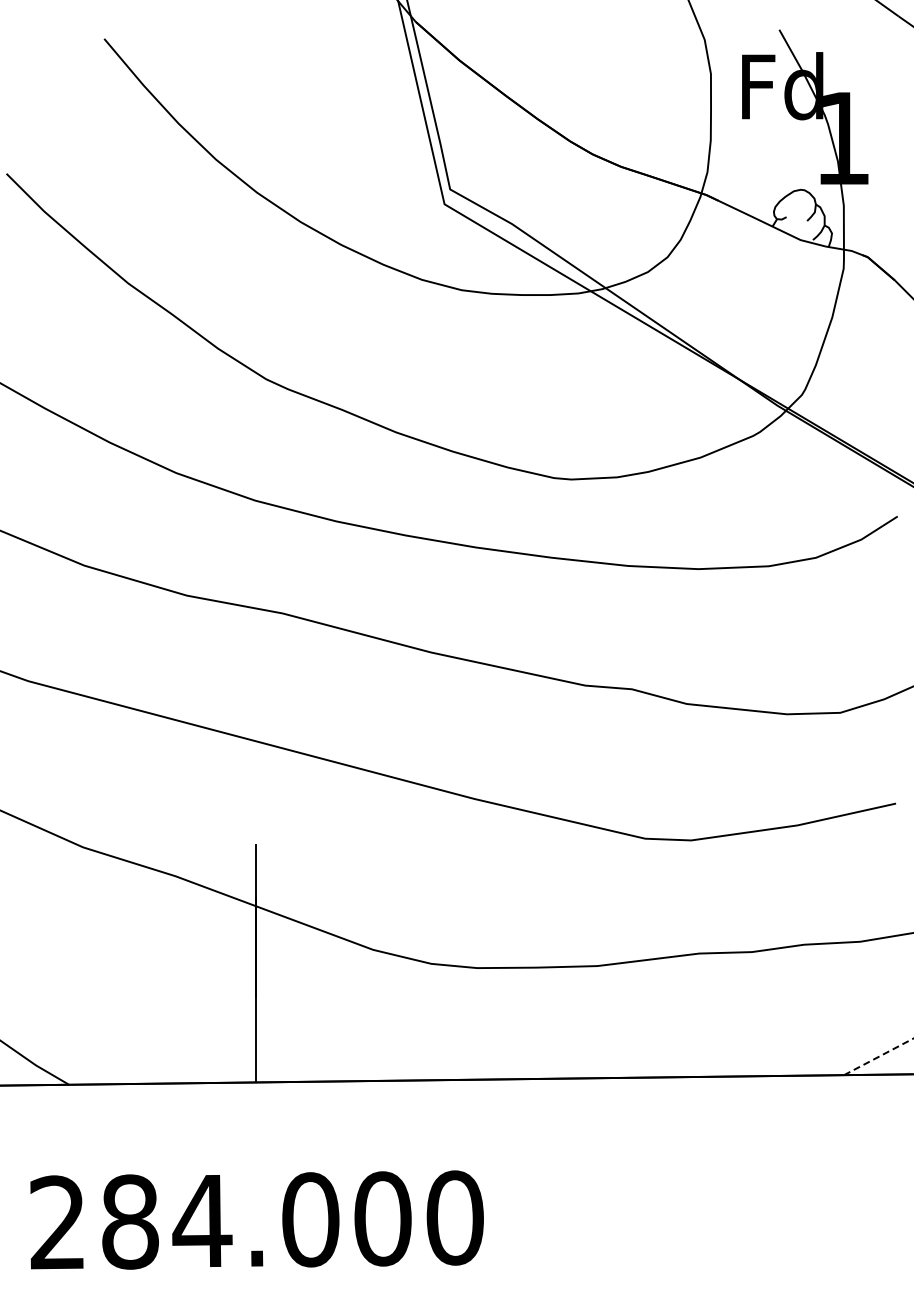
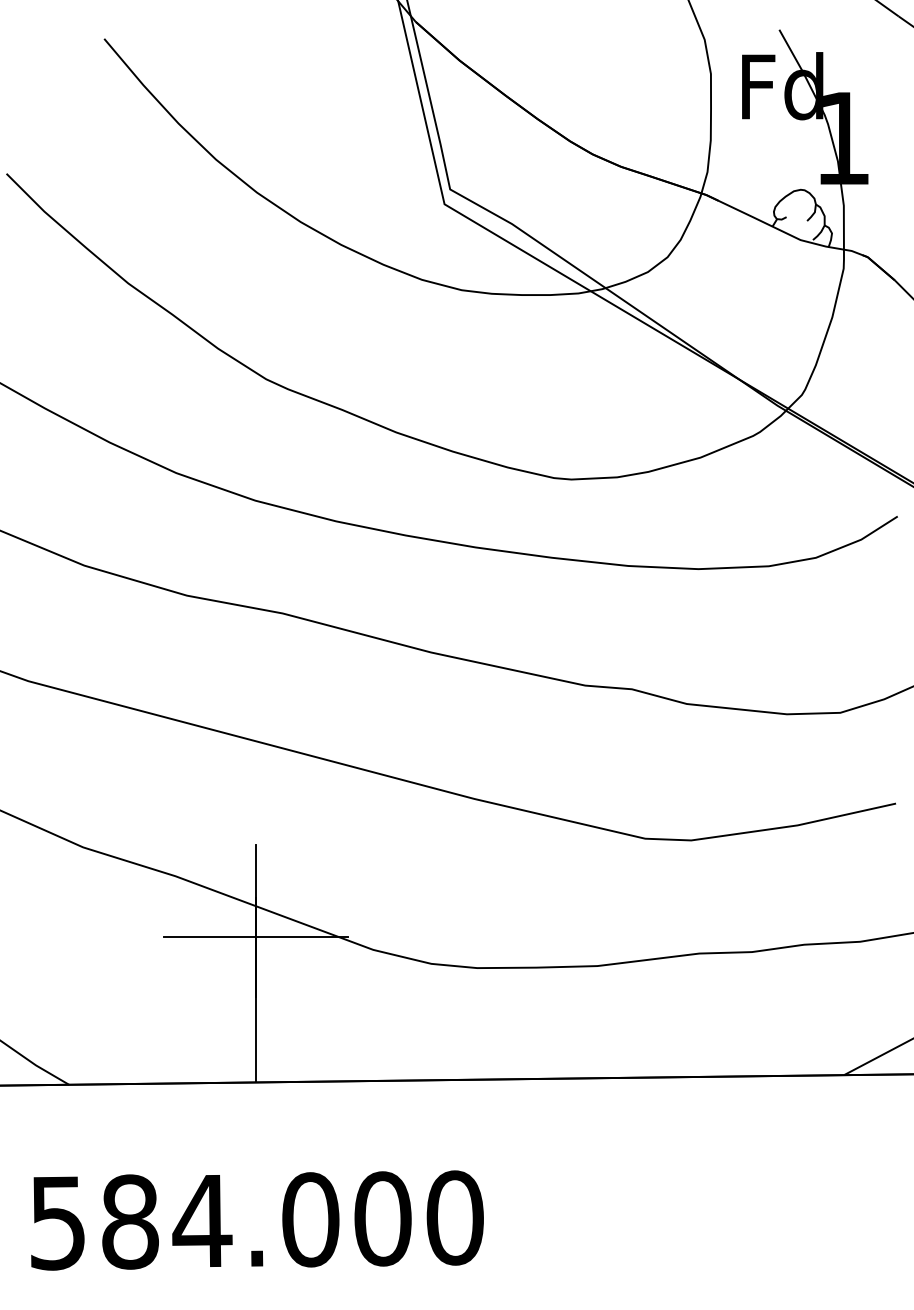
line at (256, 937): none -> present
line at (879, 1056): dashed -> solid
text at (57, 1222): 284.000 -> 584.000
